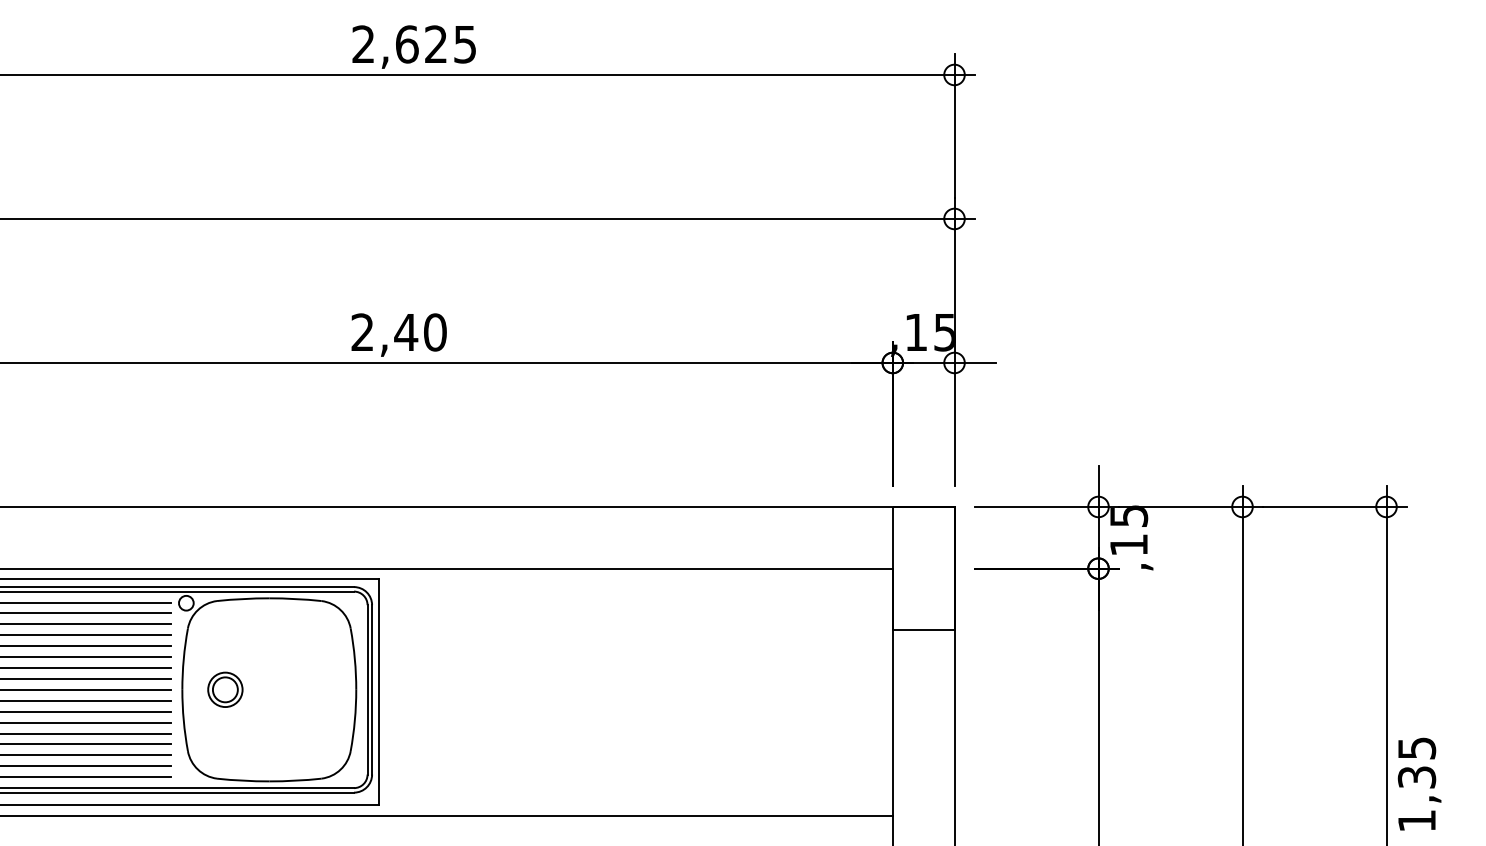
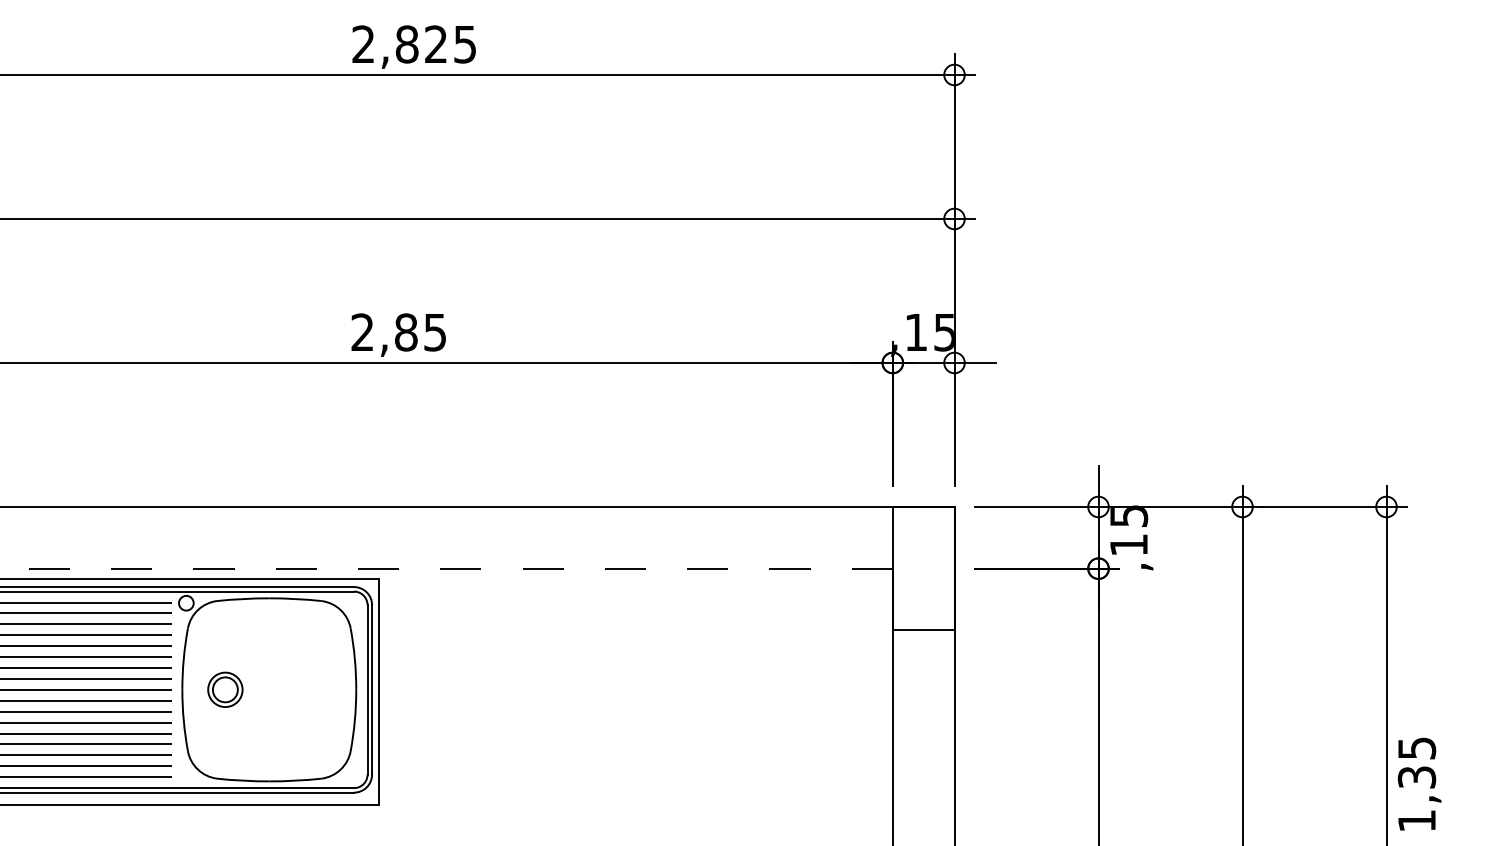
text at (406, 44): 2,625 -> 2,825
text at (420, 332): 2,40 -> 2,85
line at (446, 568): solid -> dashed
line at (447, 815): present -> none
